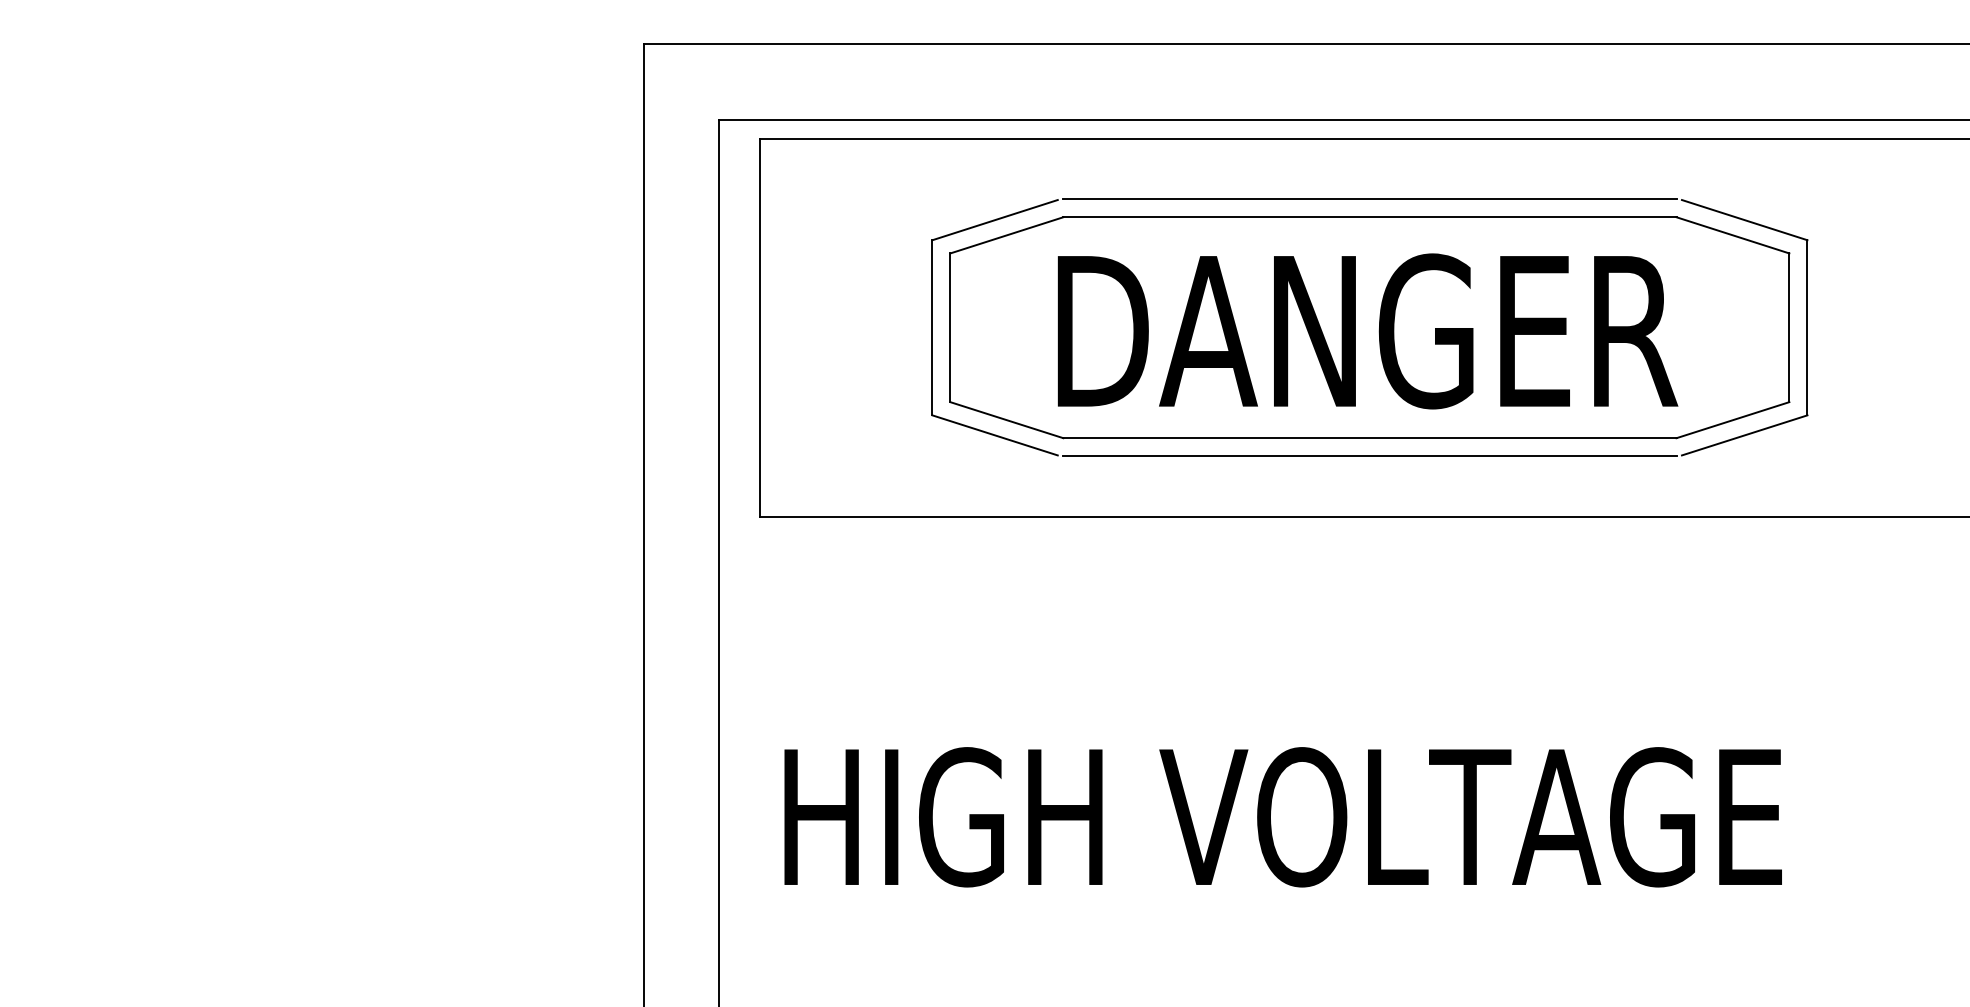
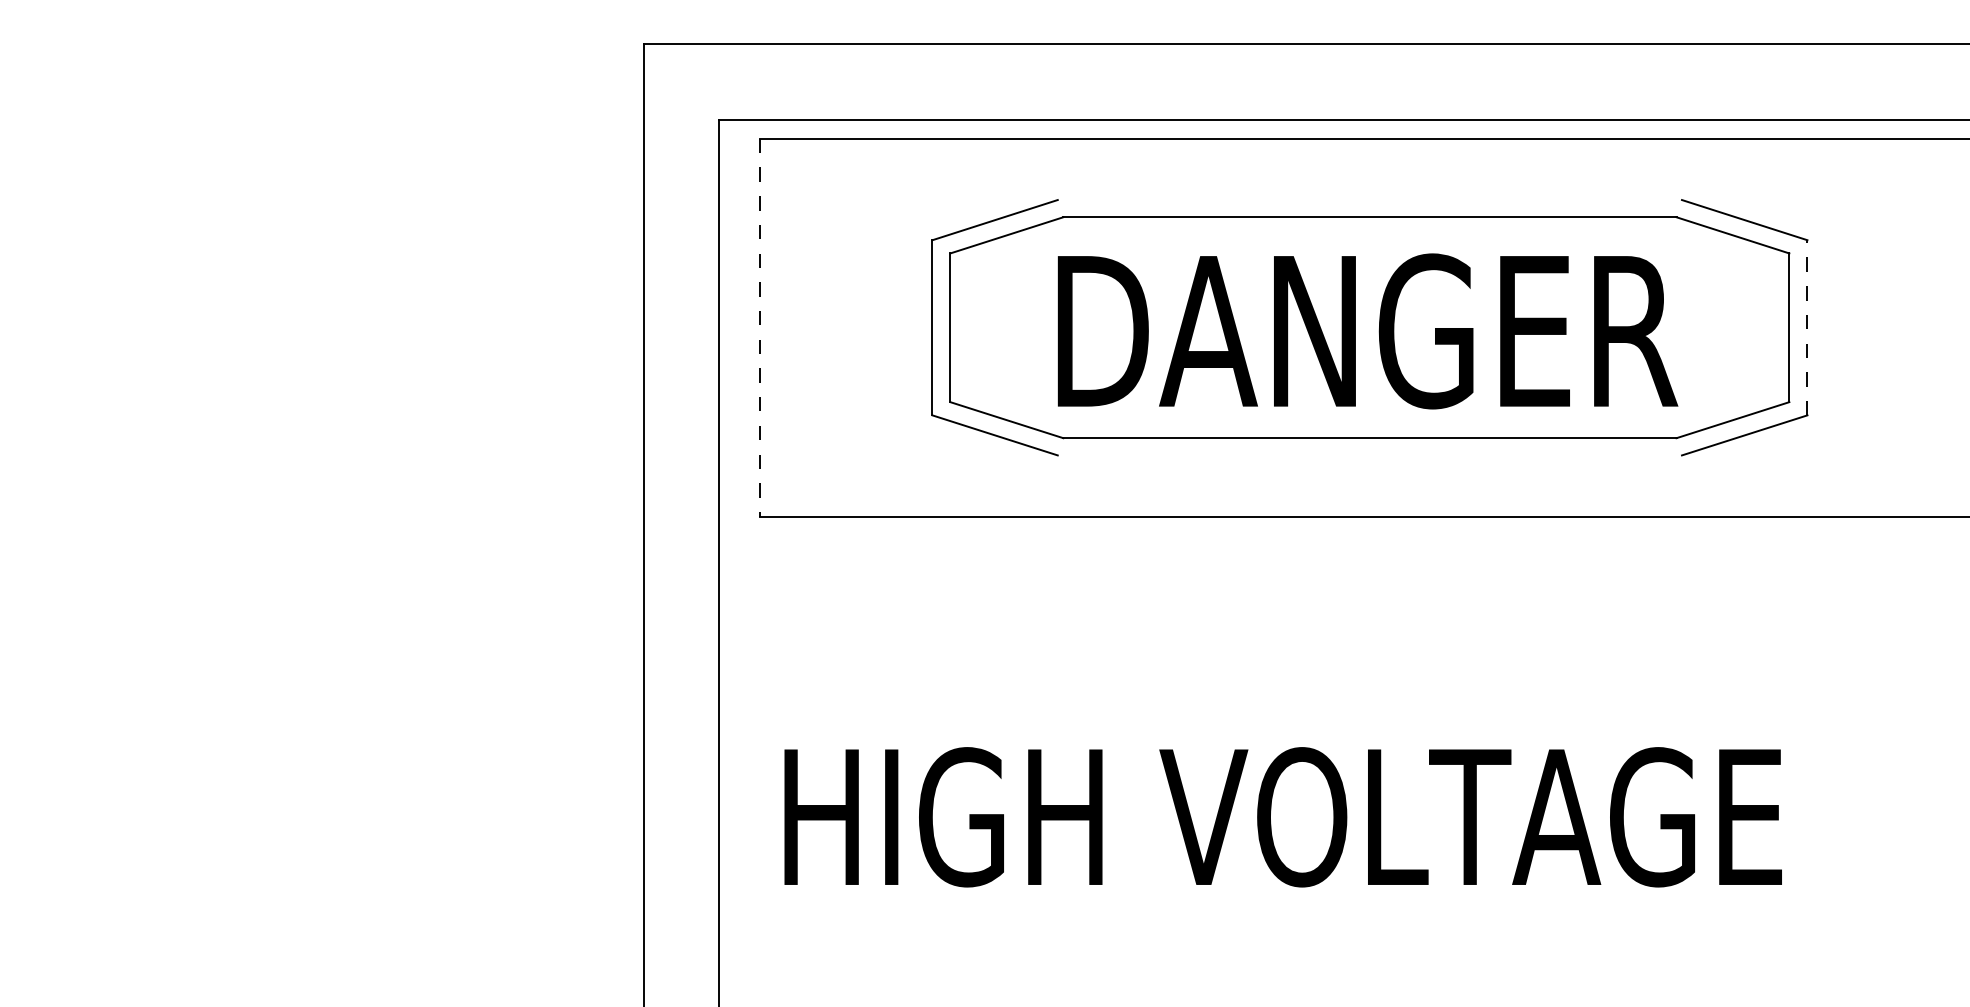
line at (1369, 199): present -> none
line at (759, 327): solid -> dashed
line at (1807, 327): solid -> dashed
line at (1369, 456): present -> none
